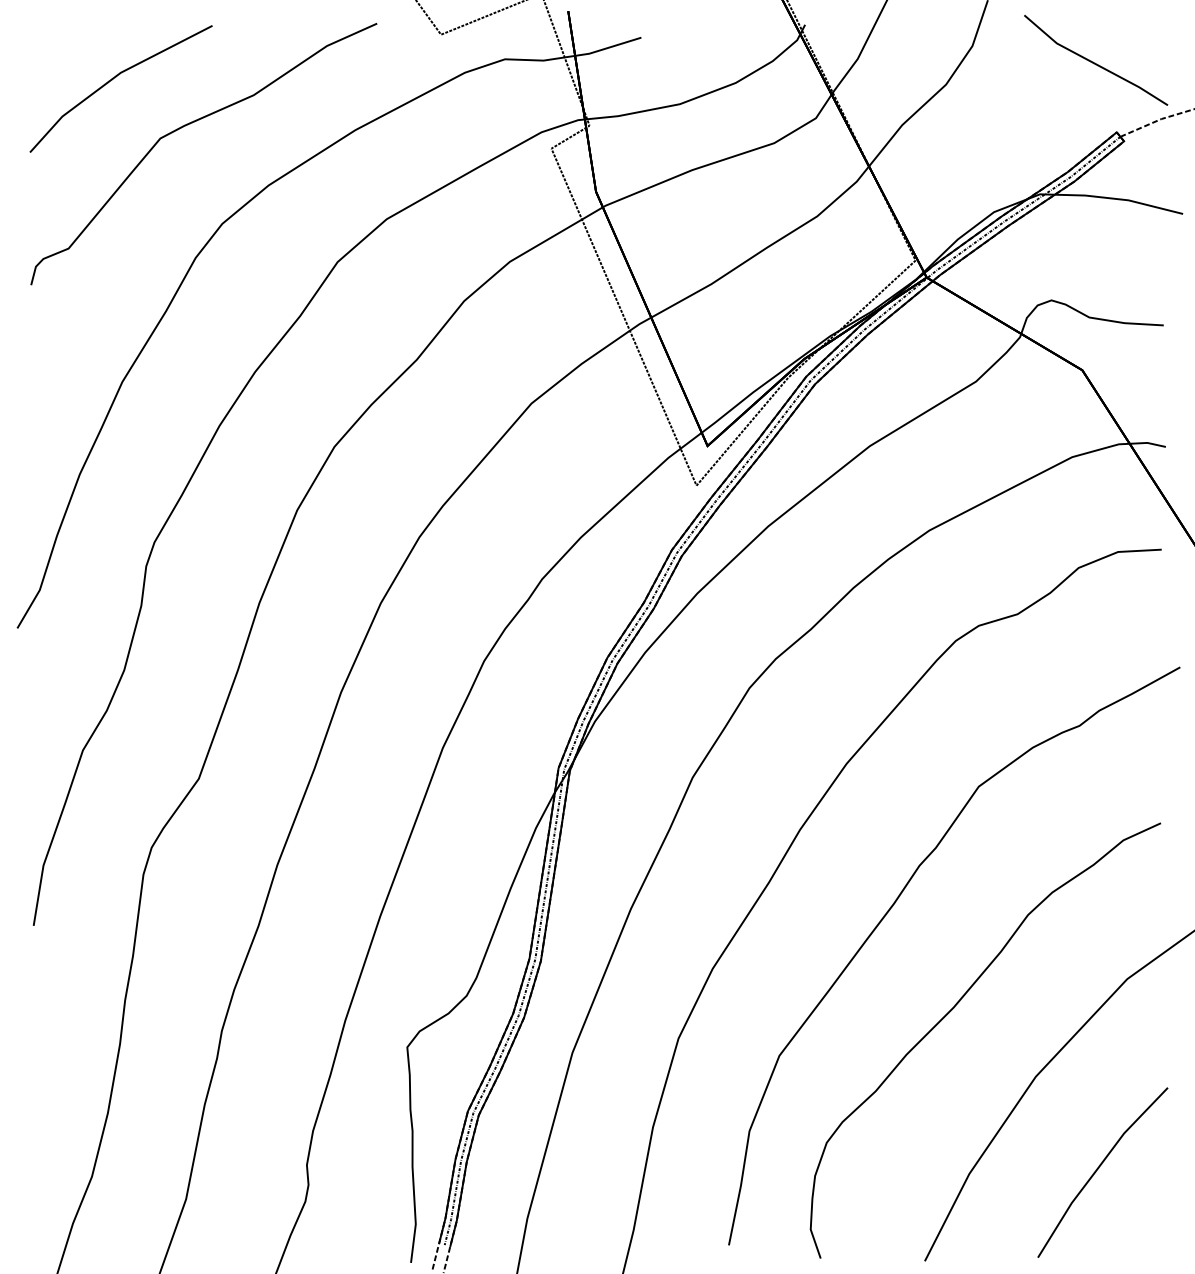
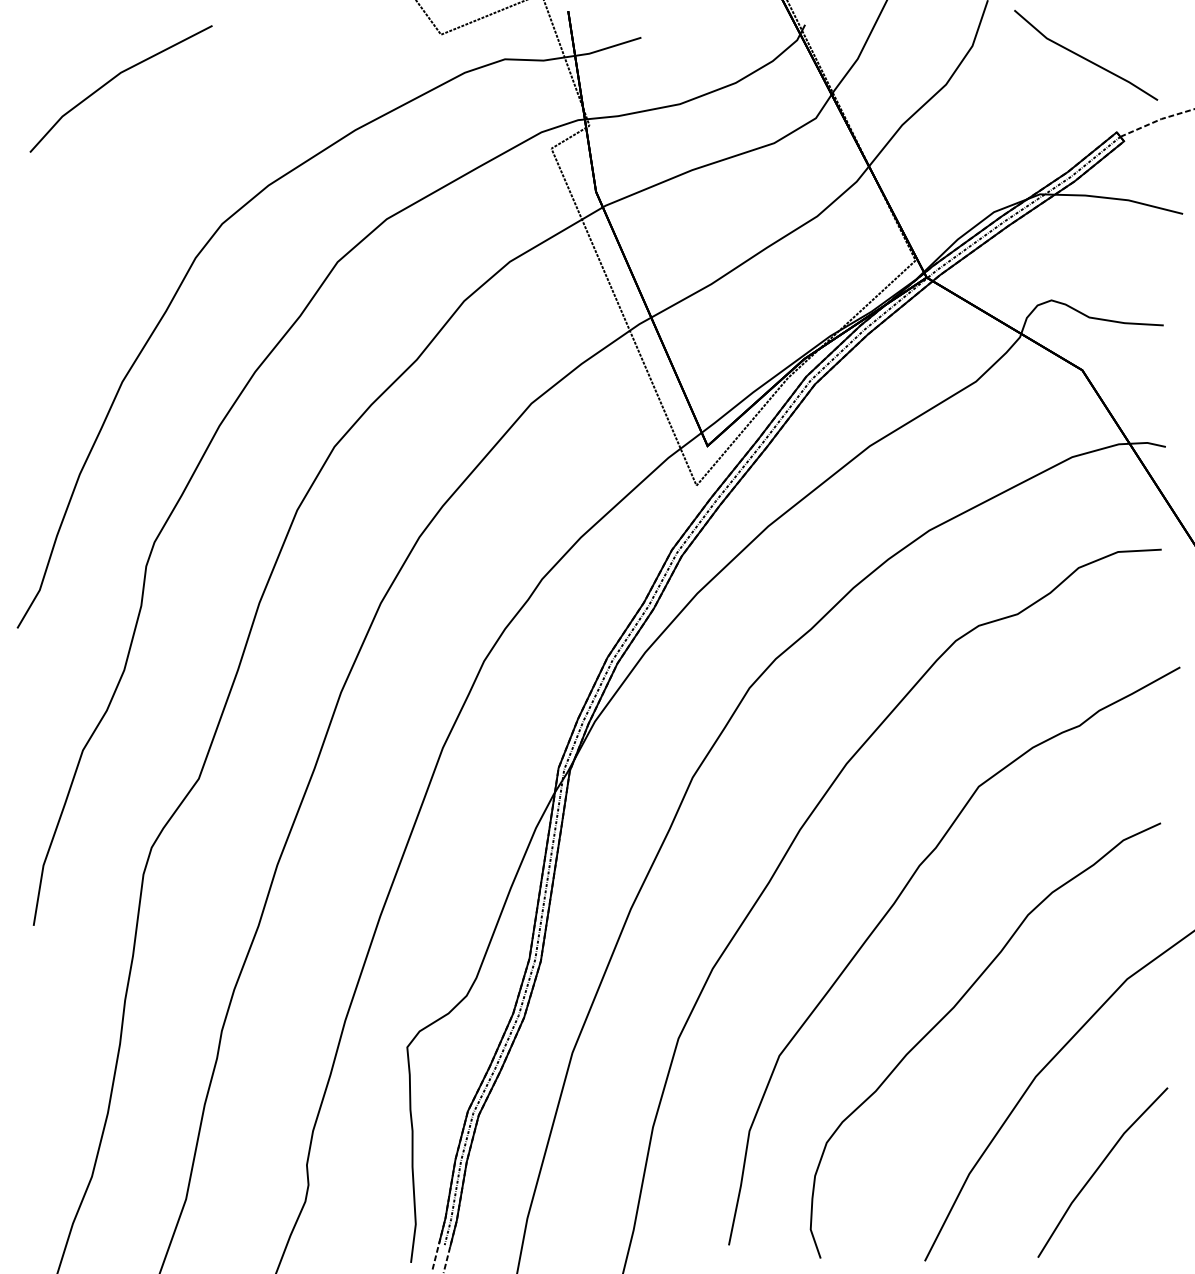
line at (1095, 62) position: (1095, 62) -> (1085, 57)
curve at (190, 124): present -> none
